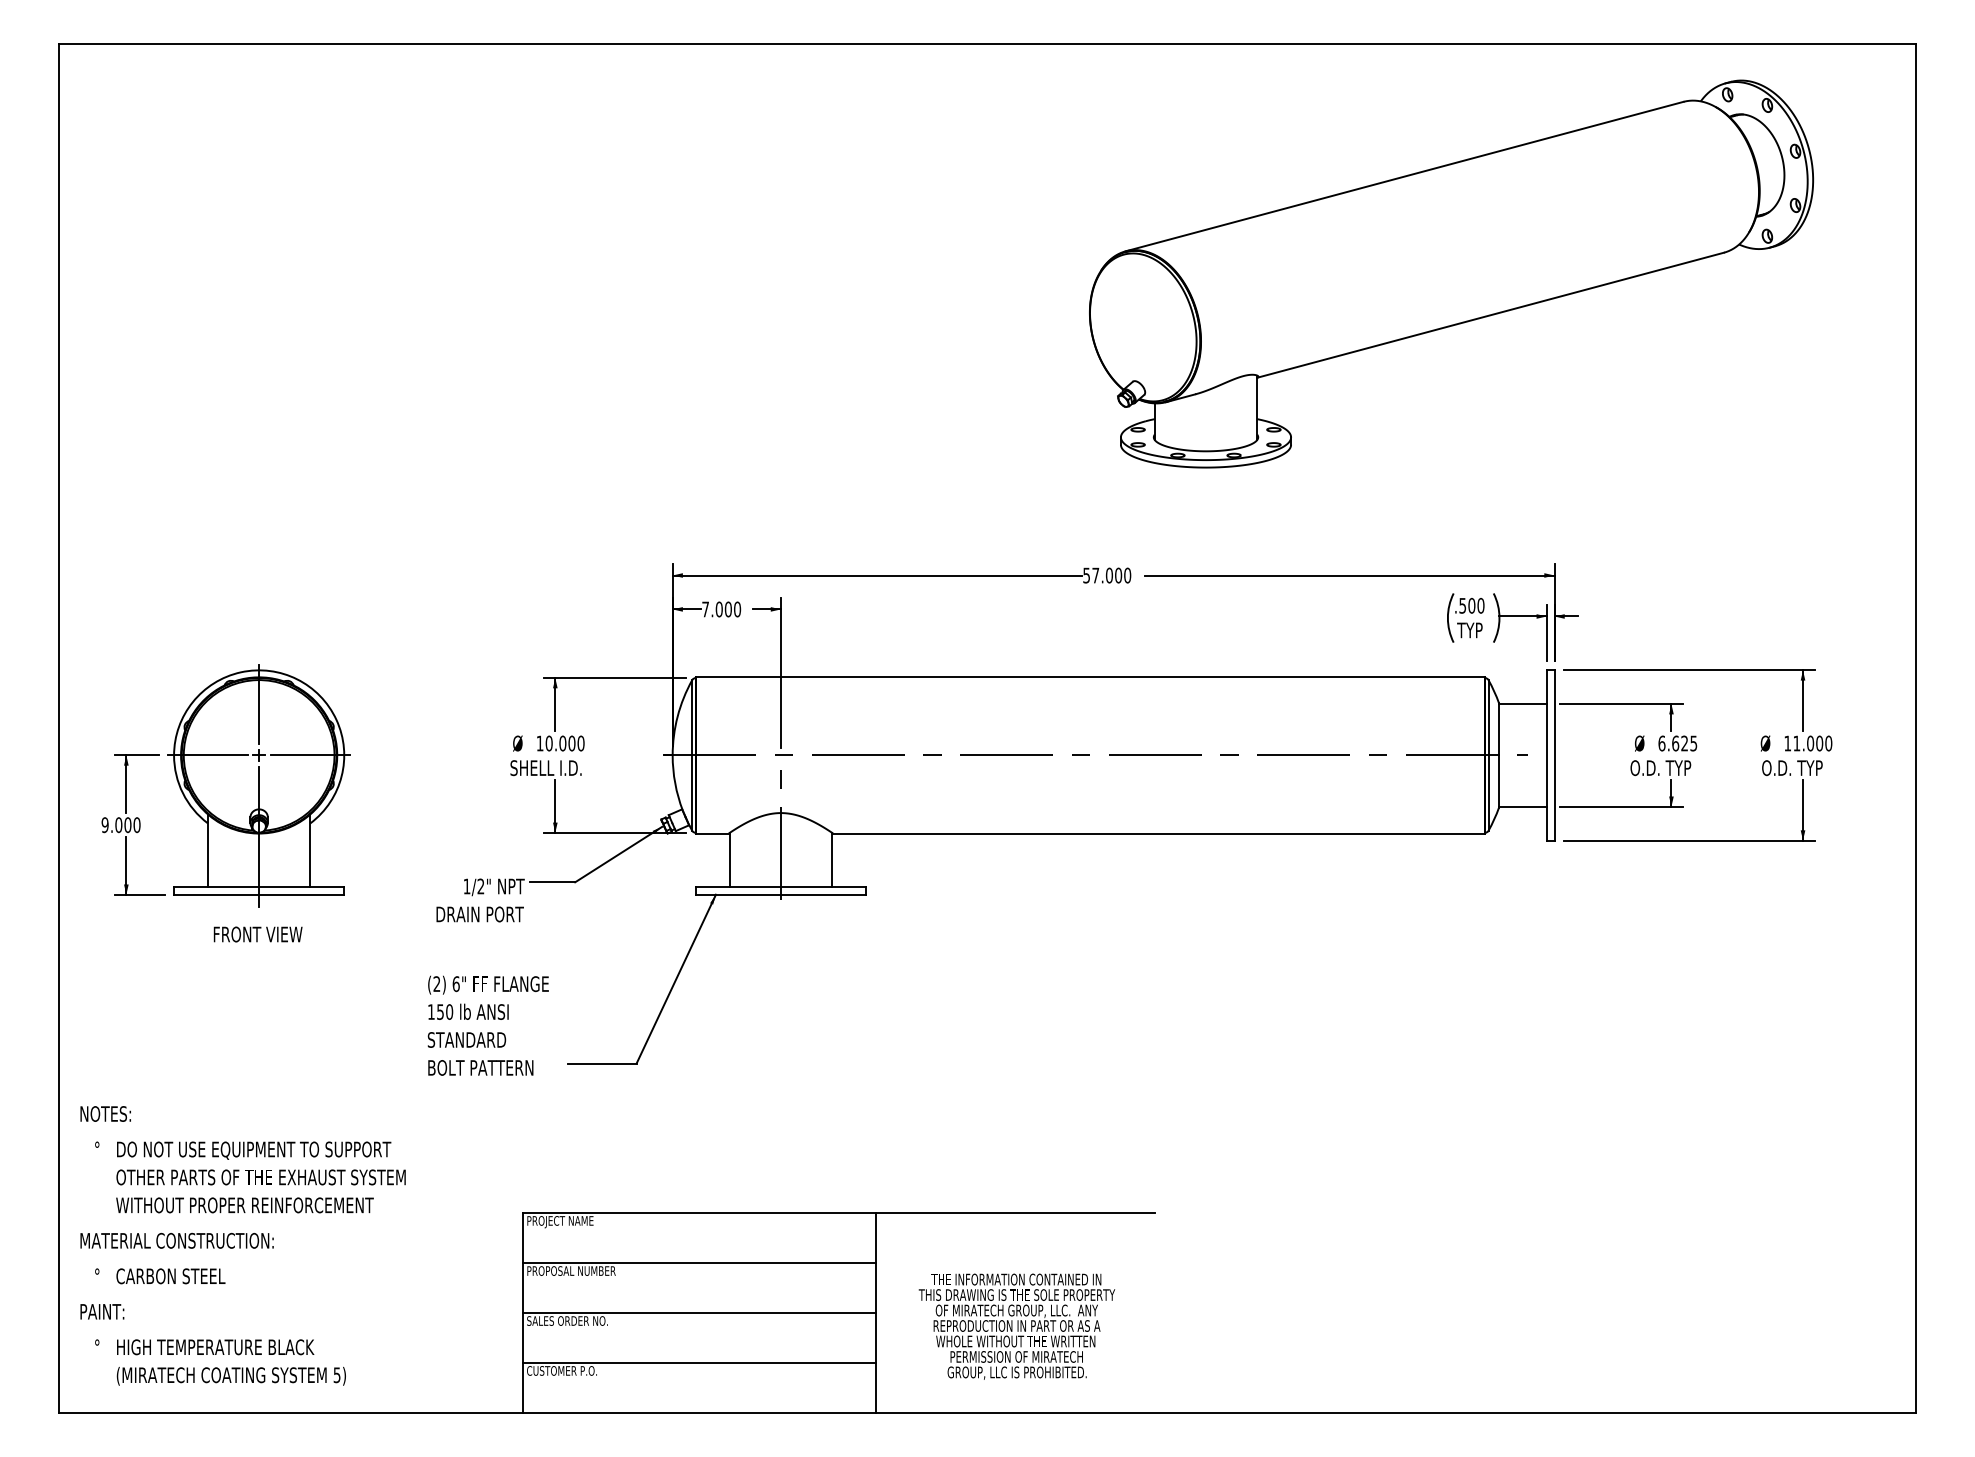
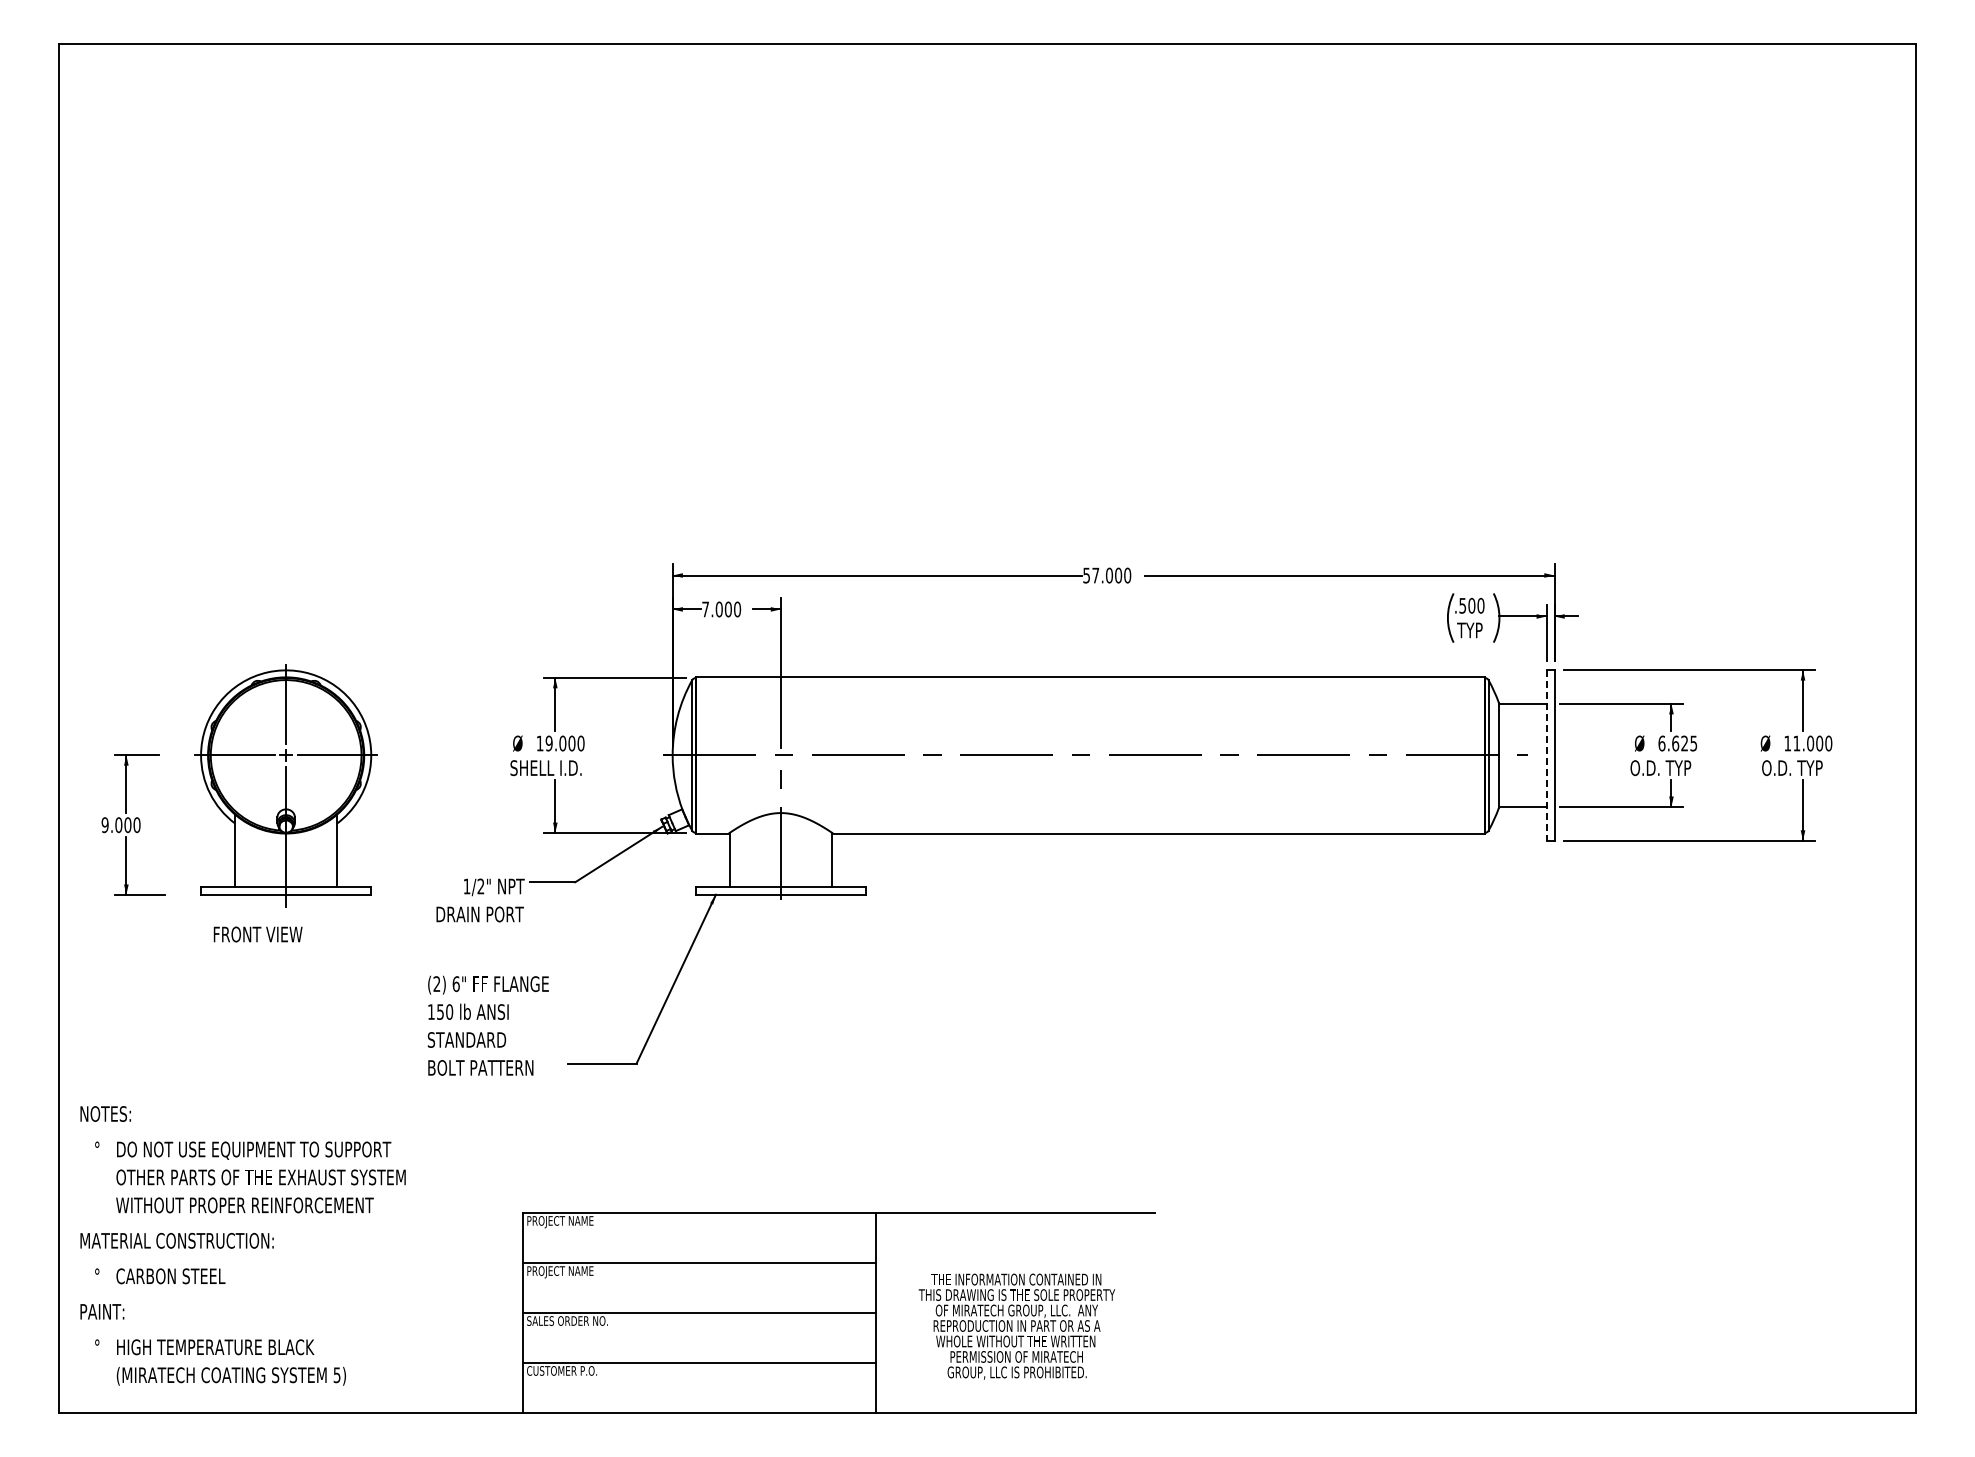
part at (1451, 273): present -> none
text at (548, 743): 10.000 -> 19.000
line at (1546, 755): solid -> dashed
part at (258, 785) position: (258, 785) -> (285, 785)
text at (579, 1272): PROPOSAL NUMBER -> PROJECT NAME
